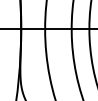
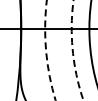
arc at (46, 51): solid -> dashed
arc at (72, 52): solid -> dashed
